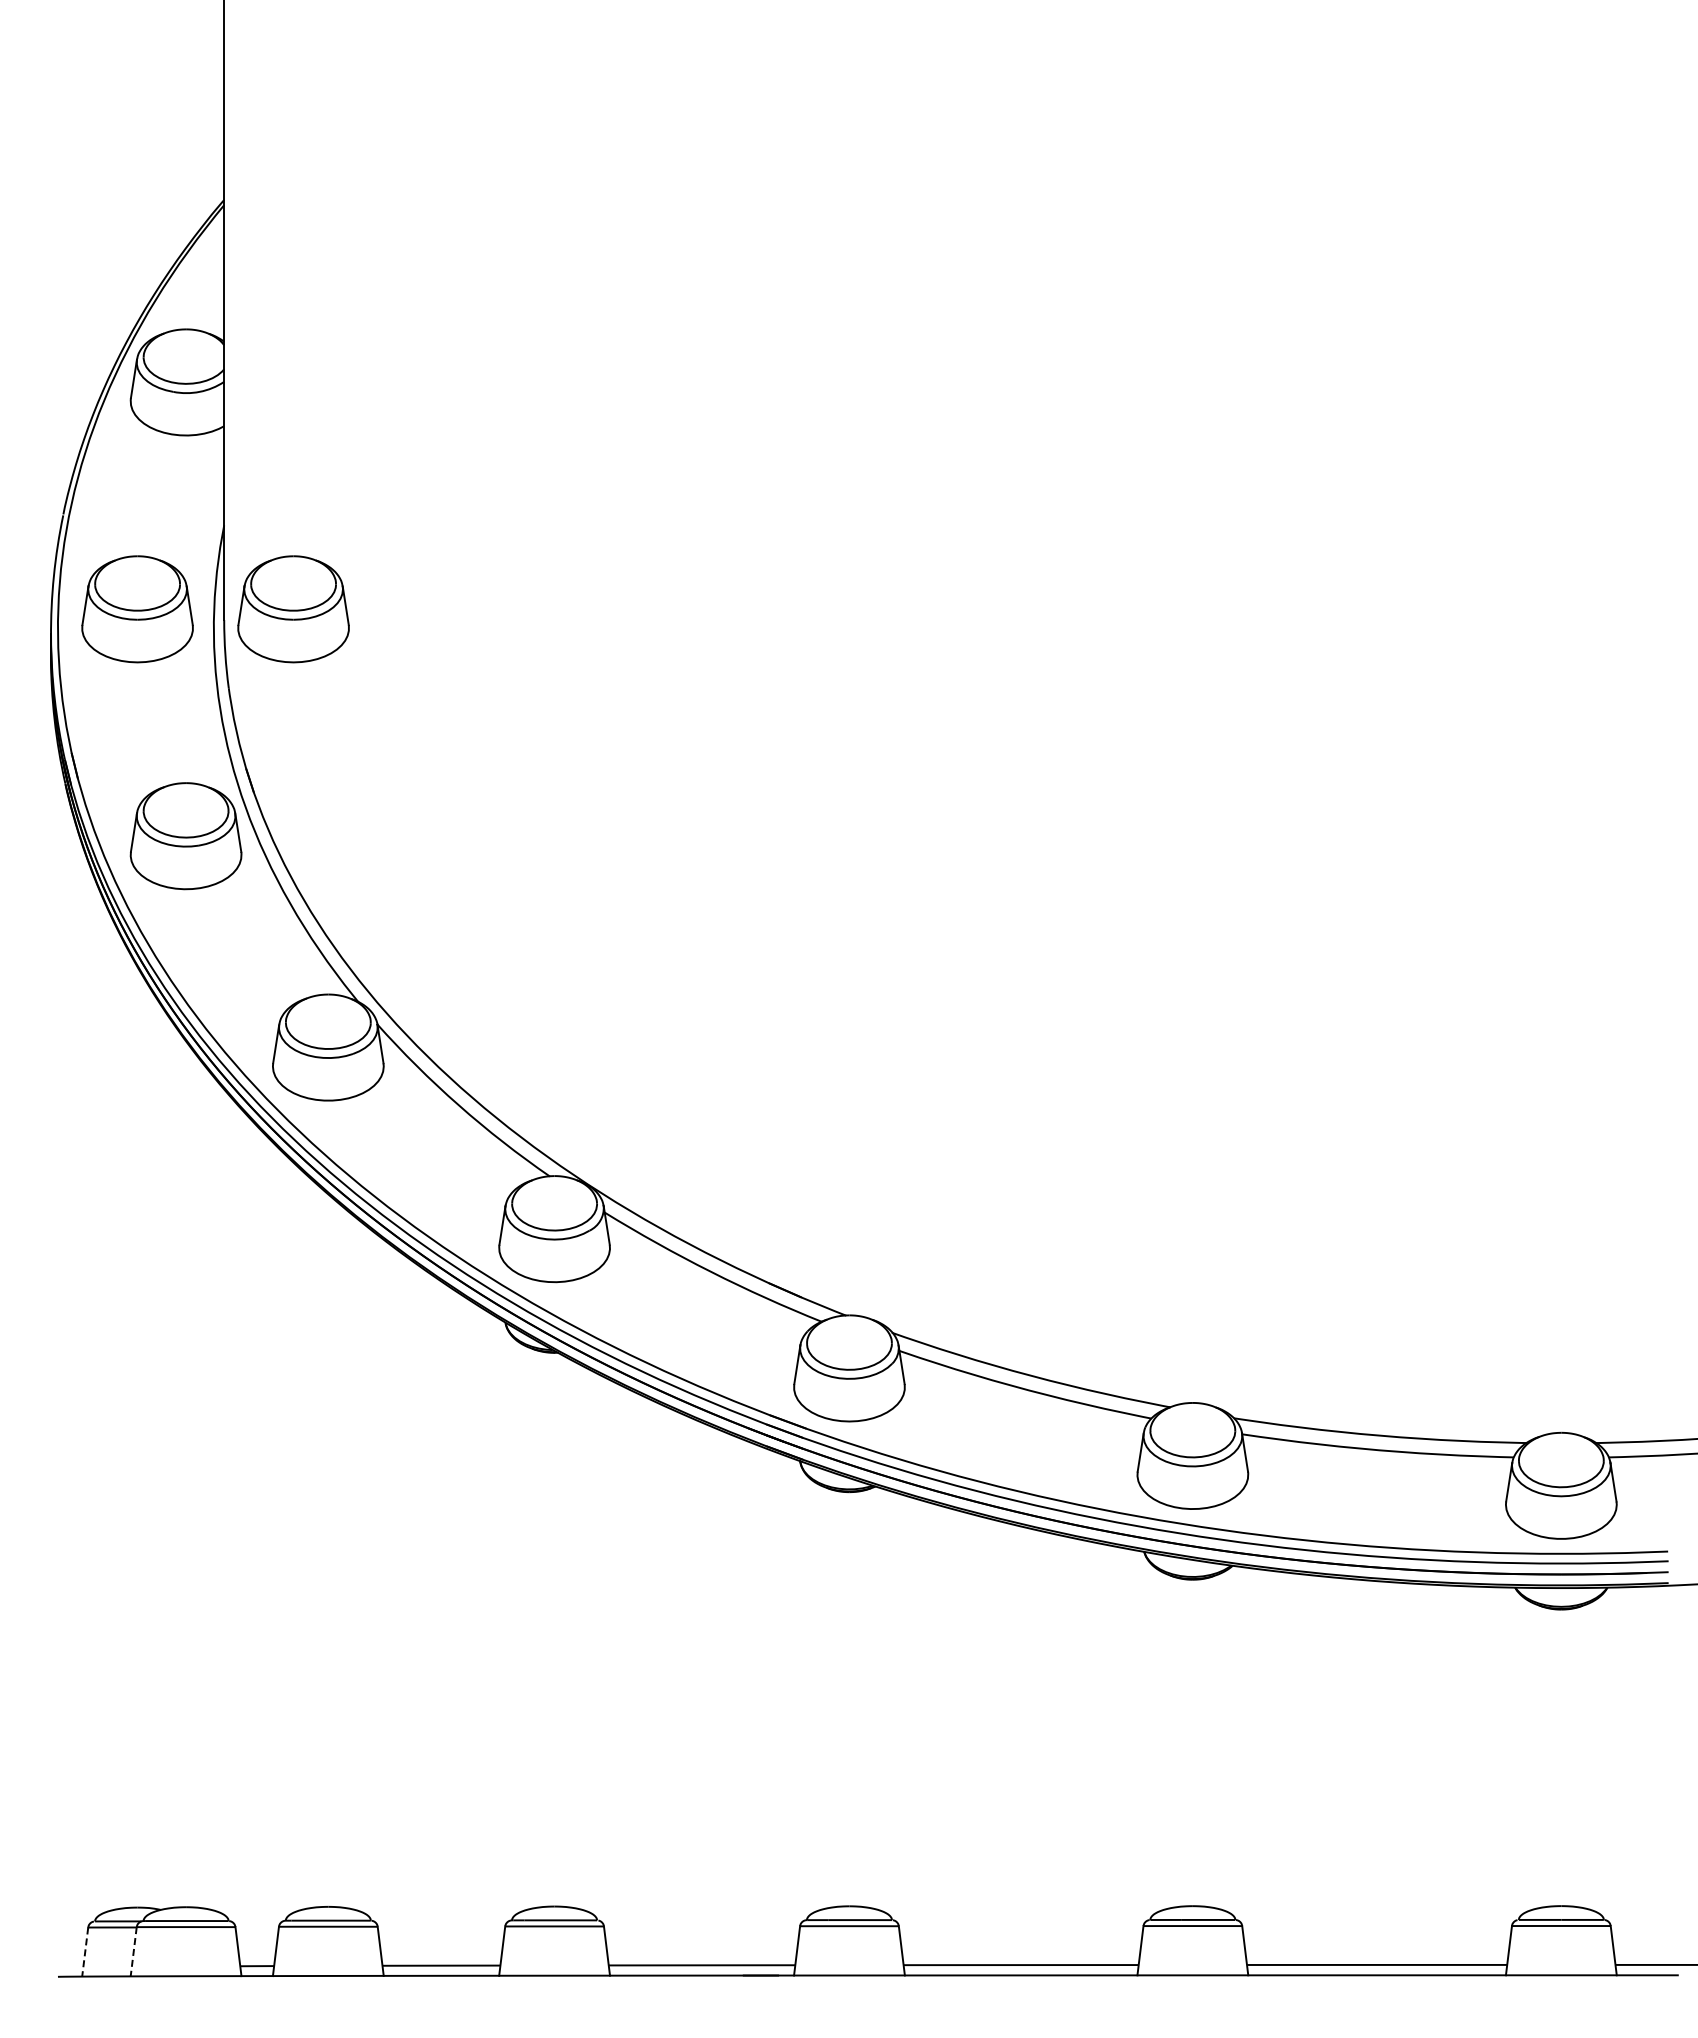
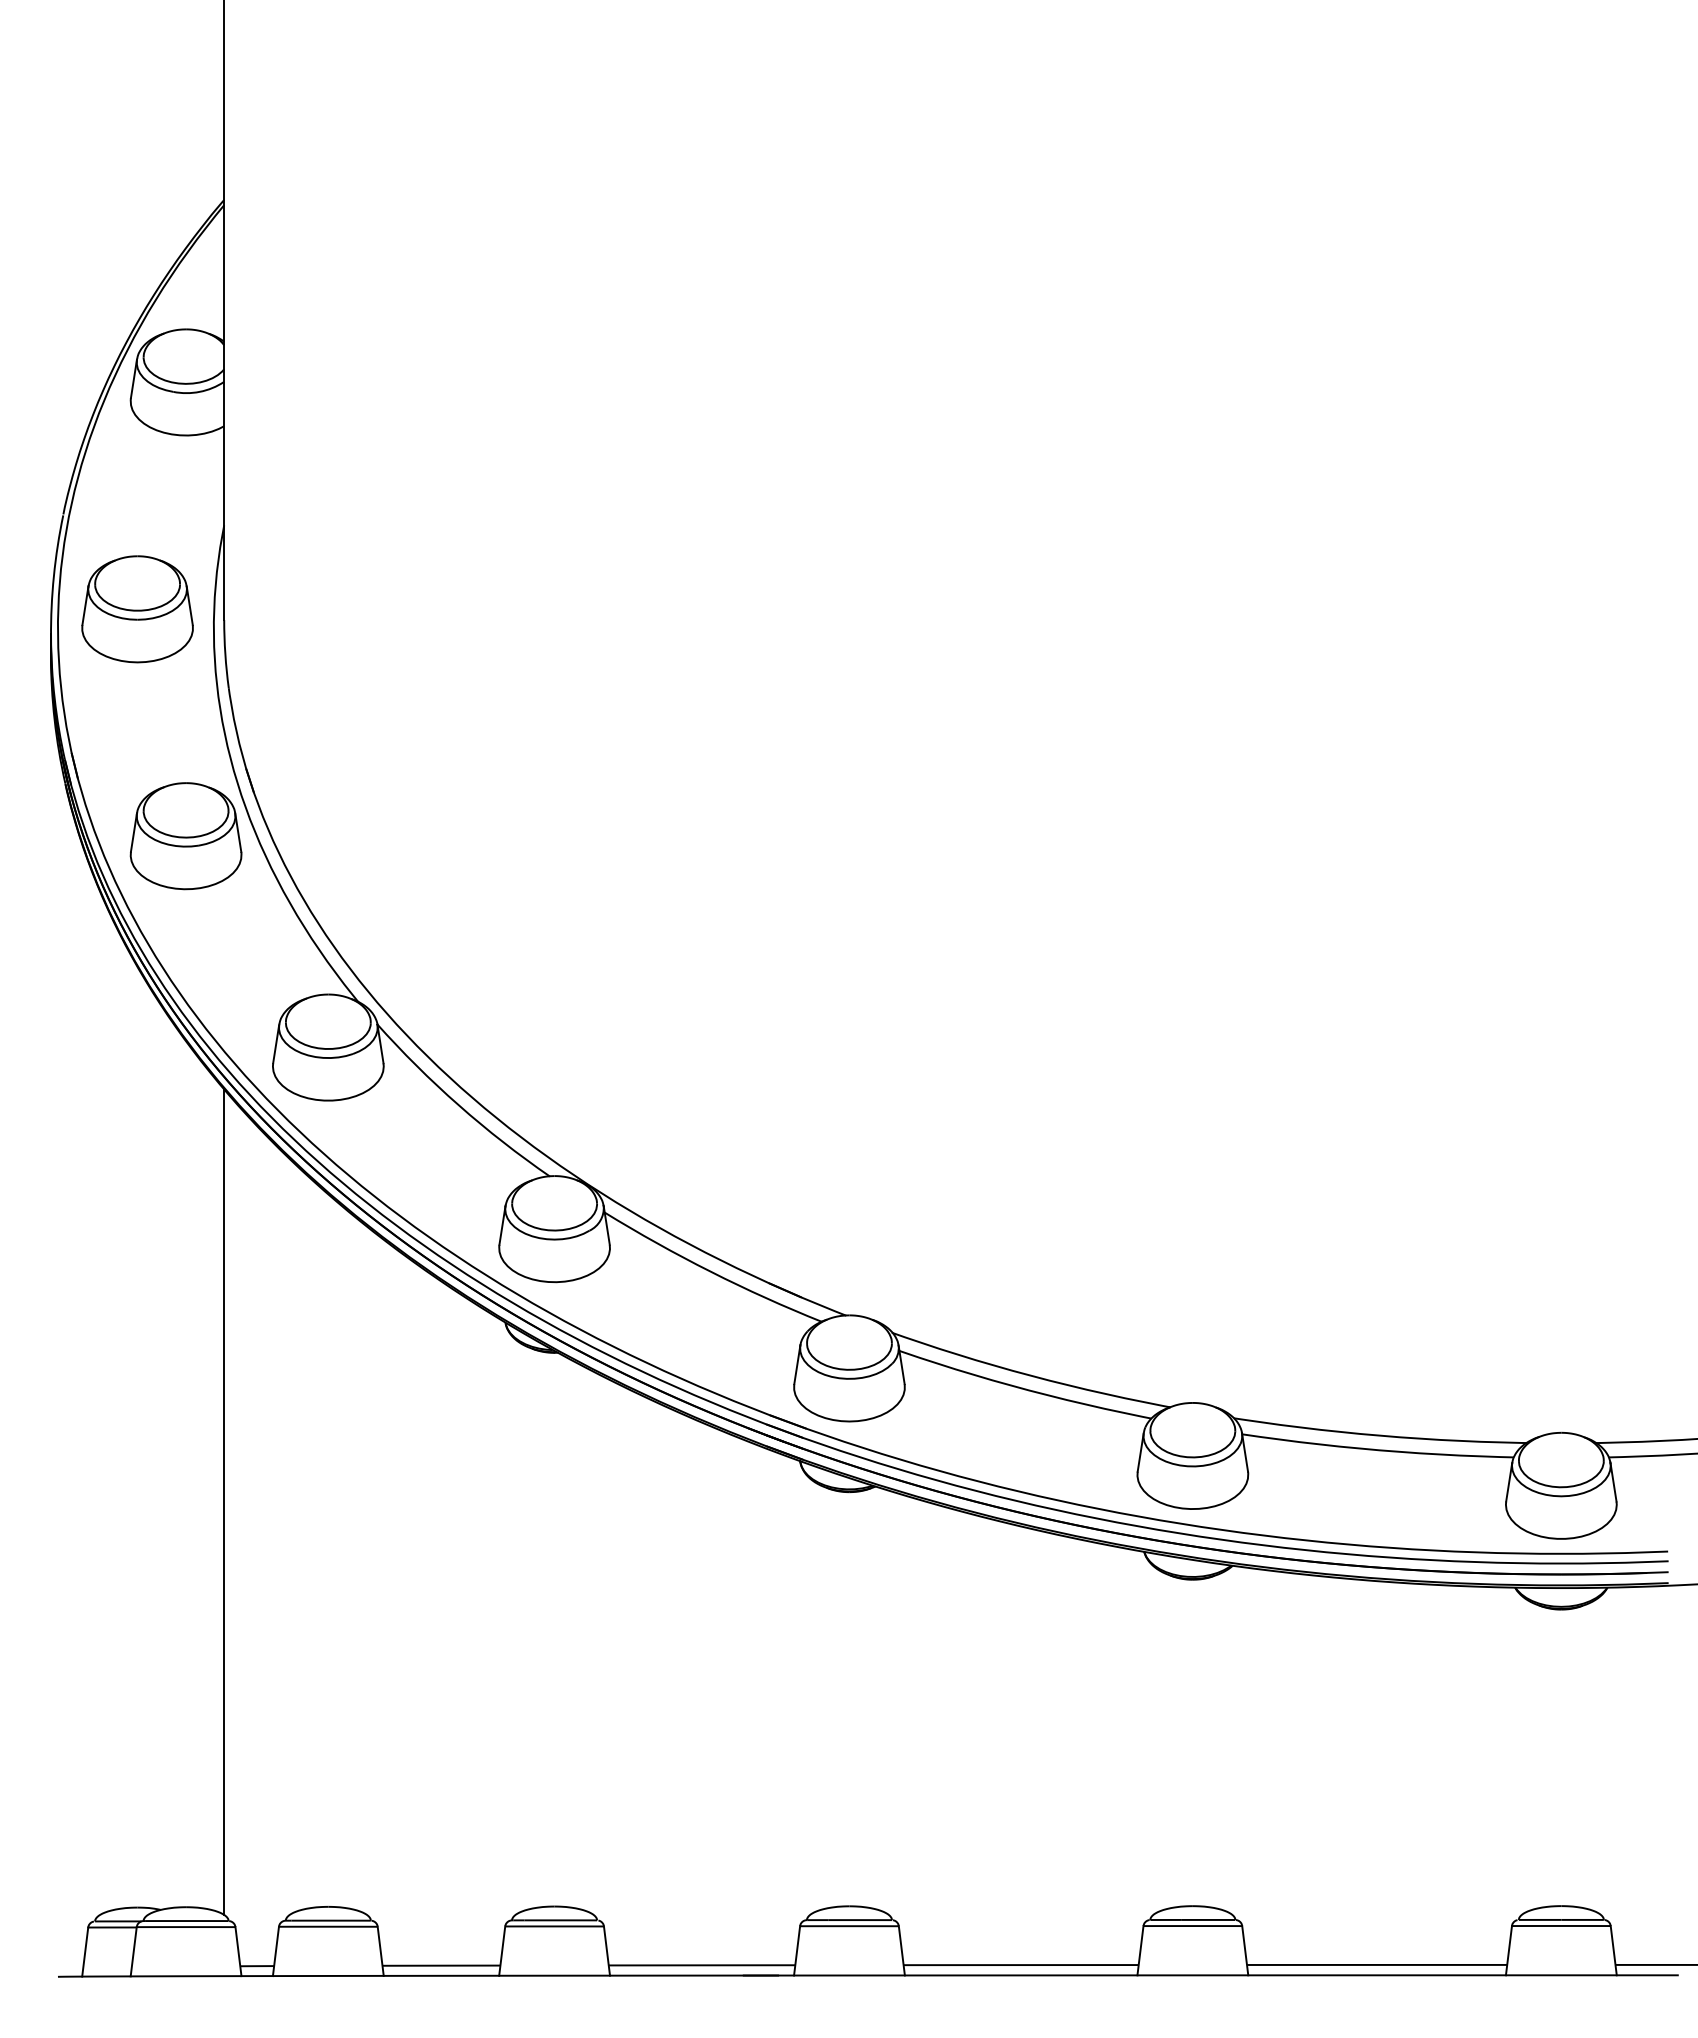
part at (293, 609): present -> none
line at (224, 1502): none -> present
line at (133, 1951): dashed -> solid
line at (85, 1952): dashed -> solid
